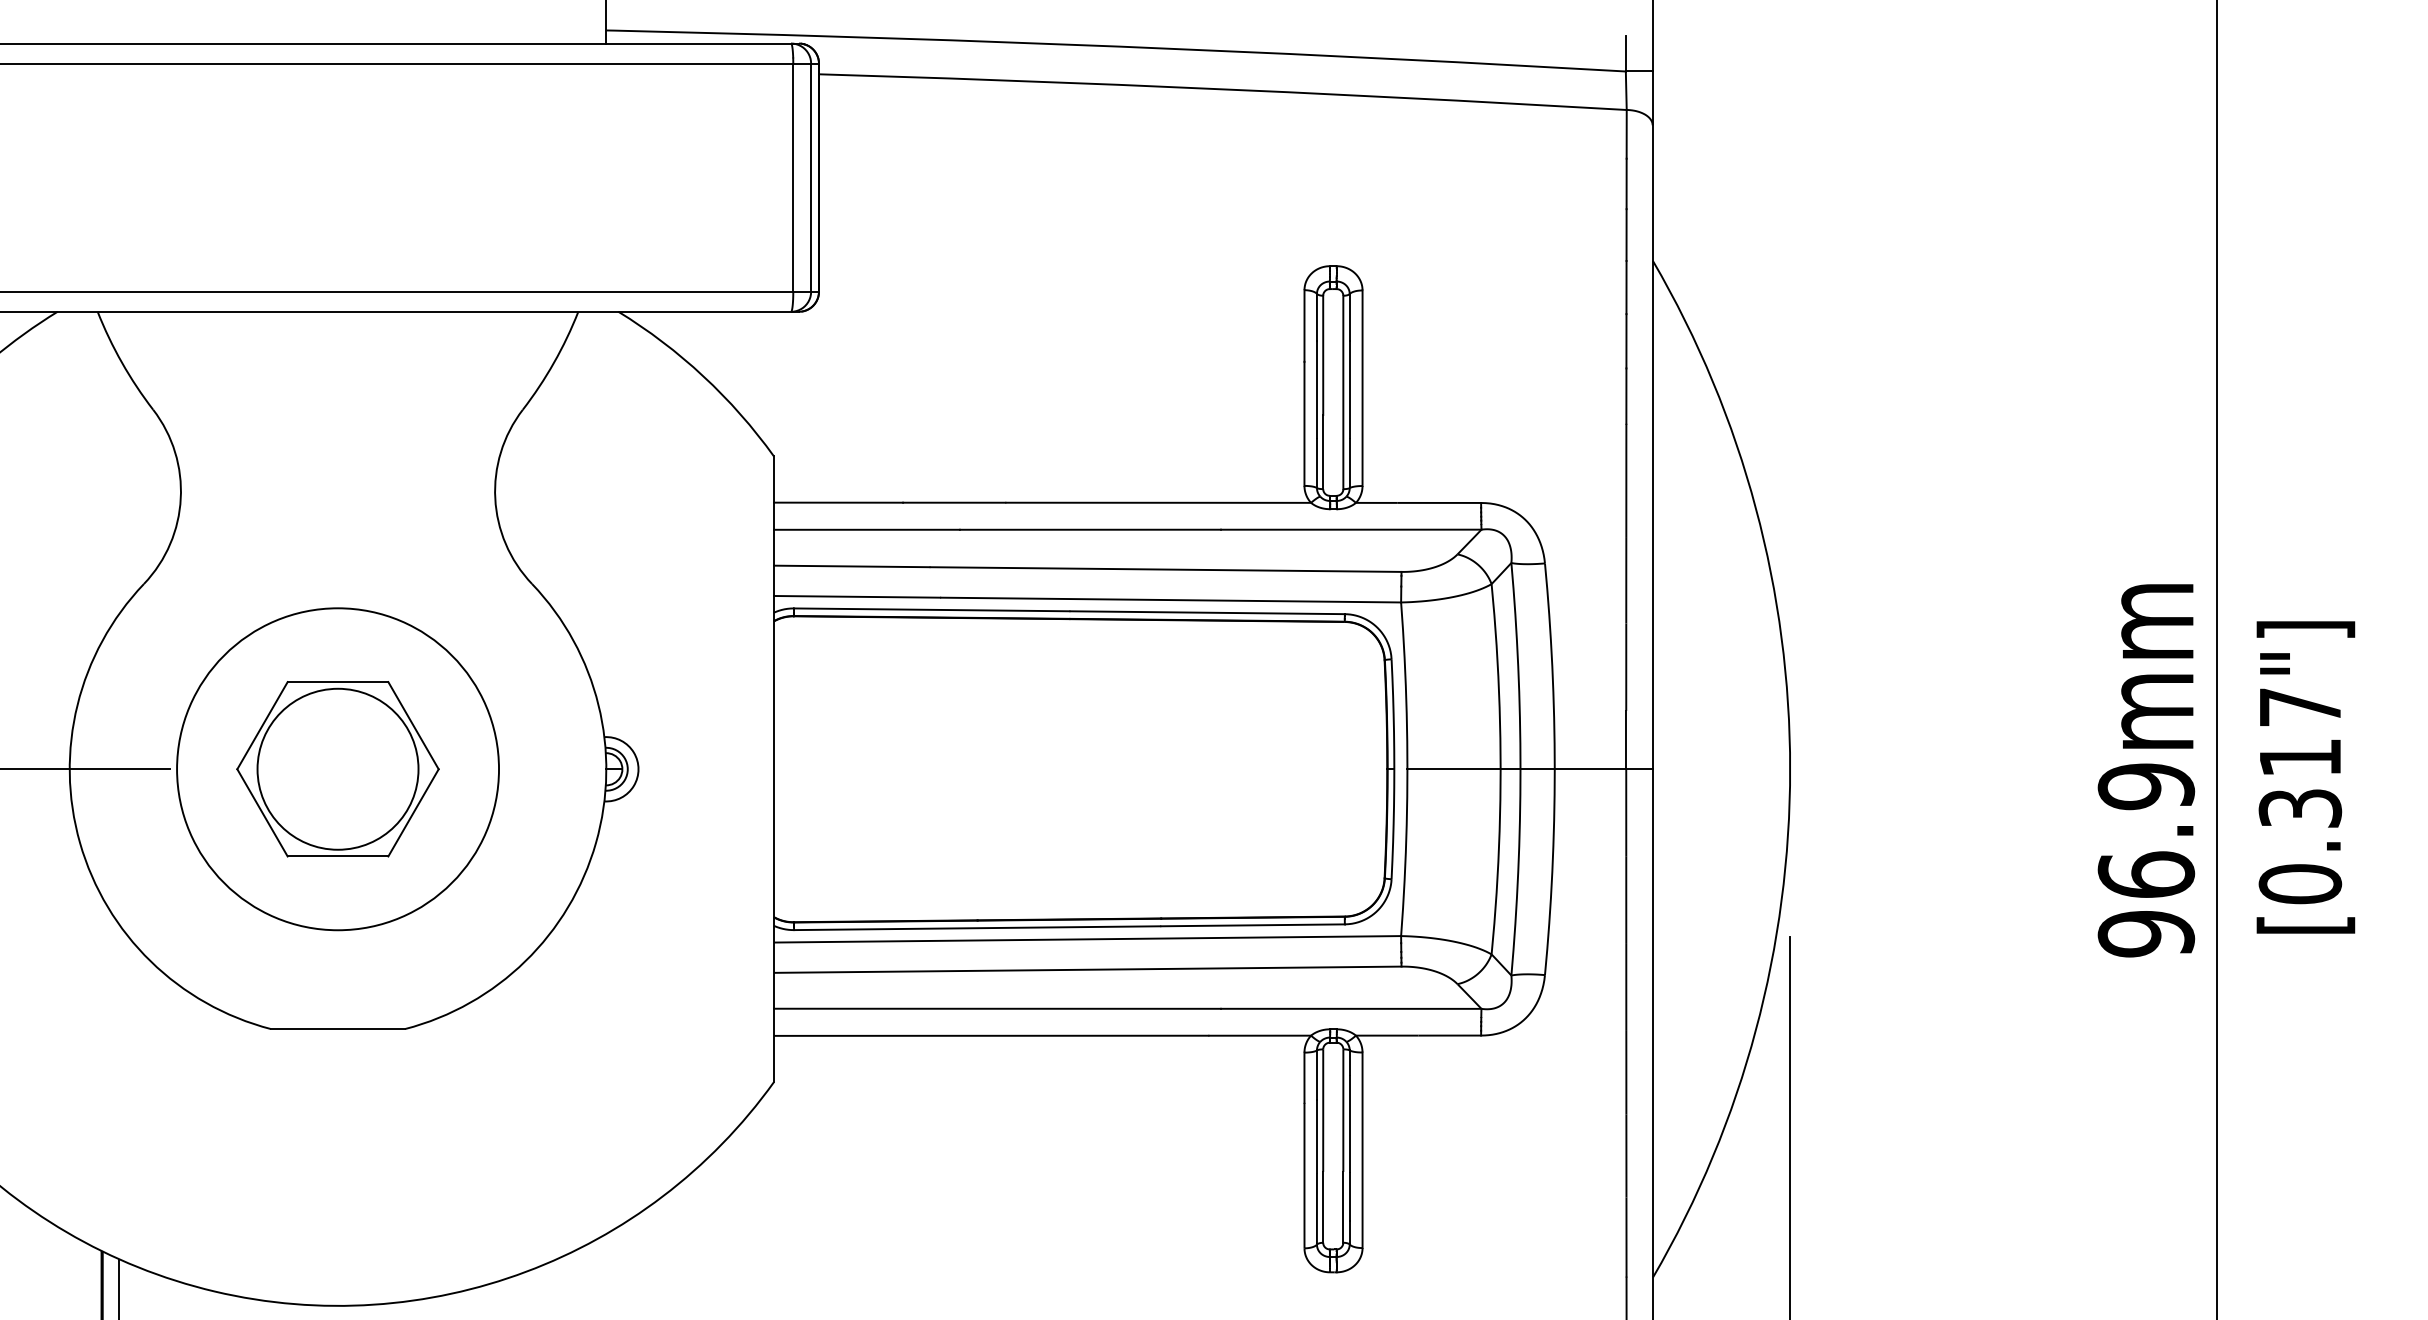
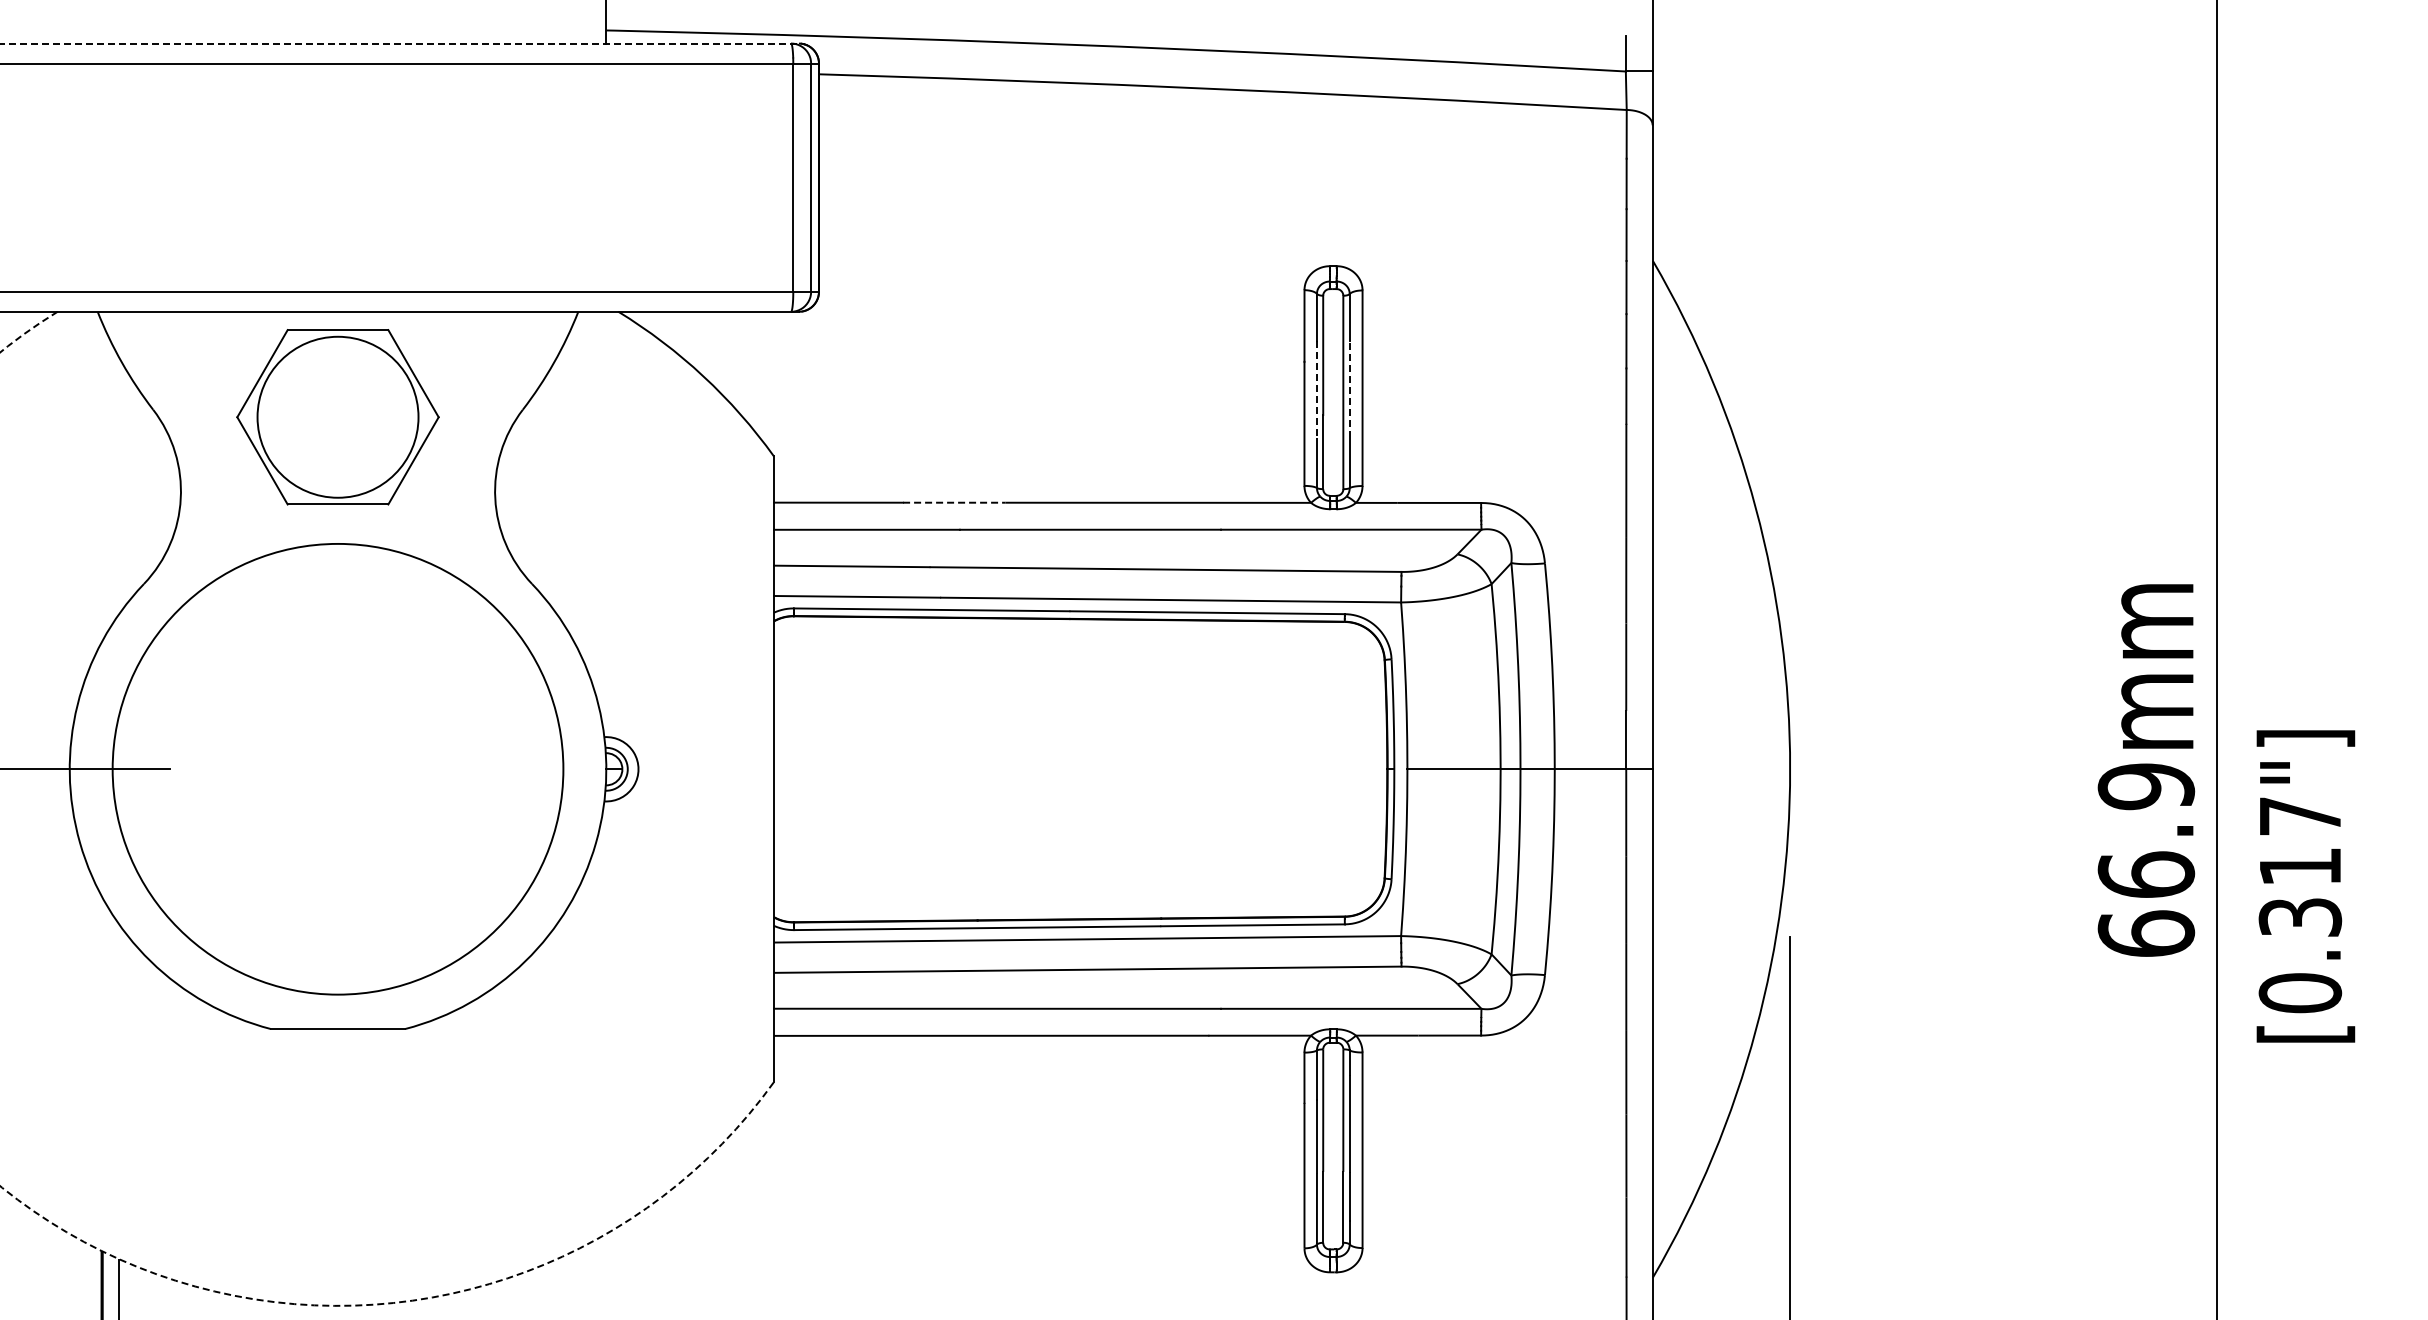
line at (400, 43): solid -> dashed
line at (1316, 389): solid -> dashed
line at (1349, 389): solid -> dashed
line at (954, 502): solid -> dashed
part at (337, 769) position: (337, 769) -> (337, 417)
circle at (338, 769) diameter: 322 px -> 451 px
text at (2305, 777) position: (2305, 777) -> (2305, 886)
text at (2146, 933): 96.9mm -> 66.9mm
arc at (373, 1304): solid -> dashed
